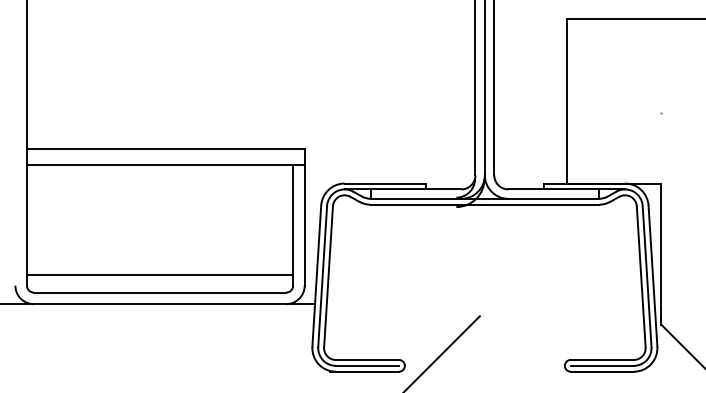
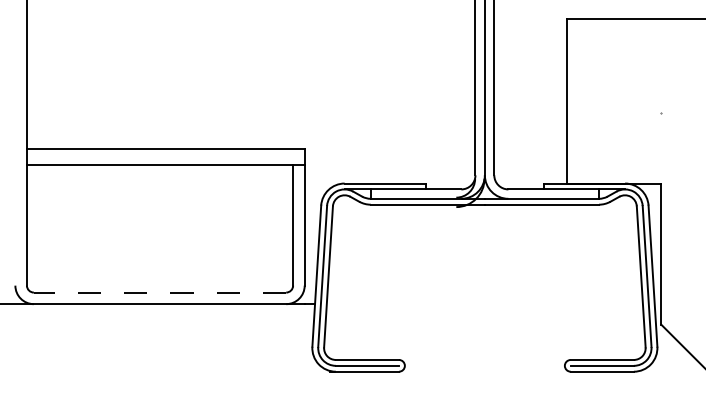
line at (159, 275): present -> none
line at (159, 292): solid -> dashed
line at (442, 352): present -> none
